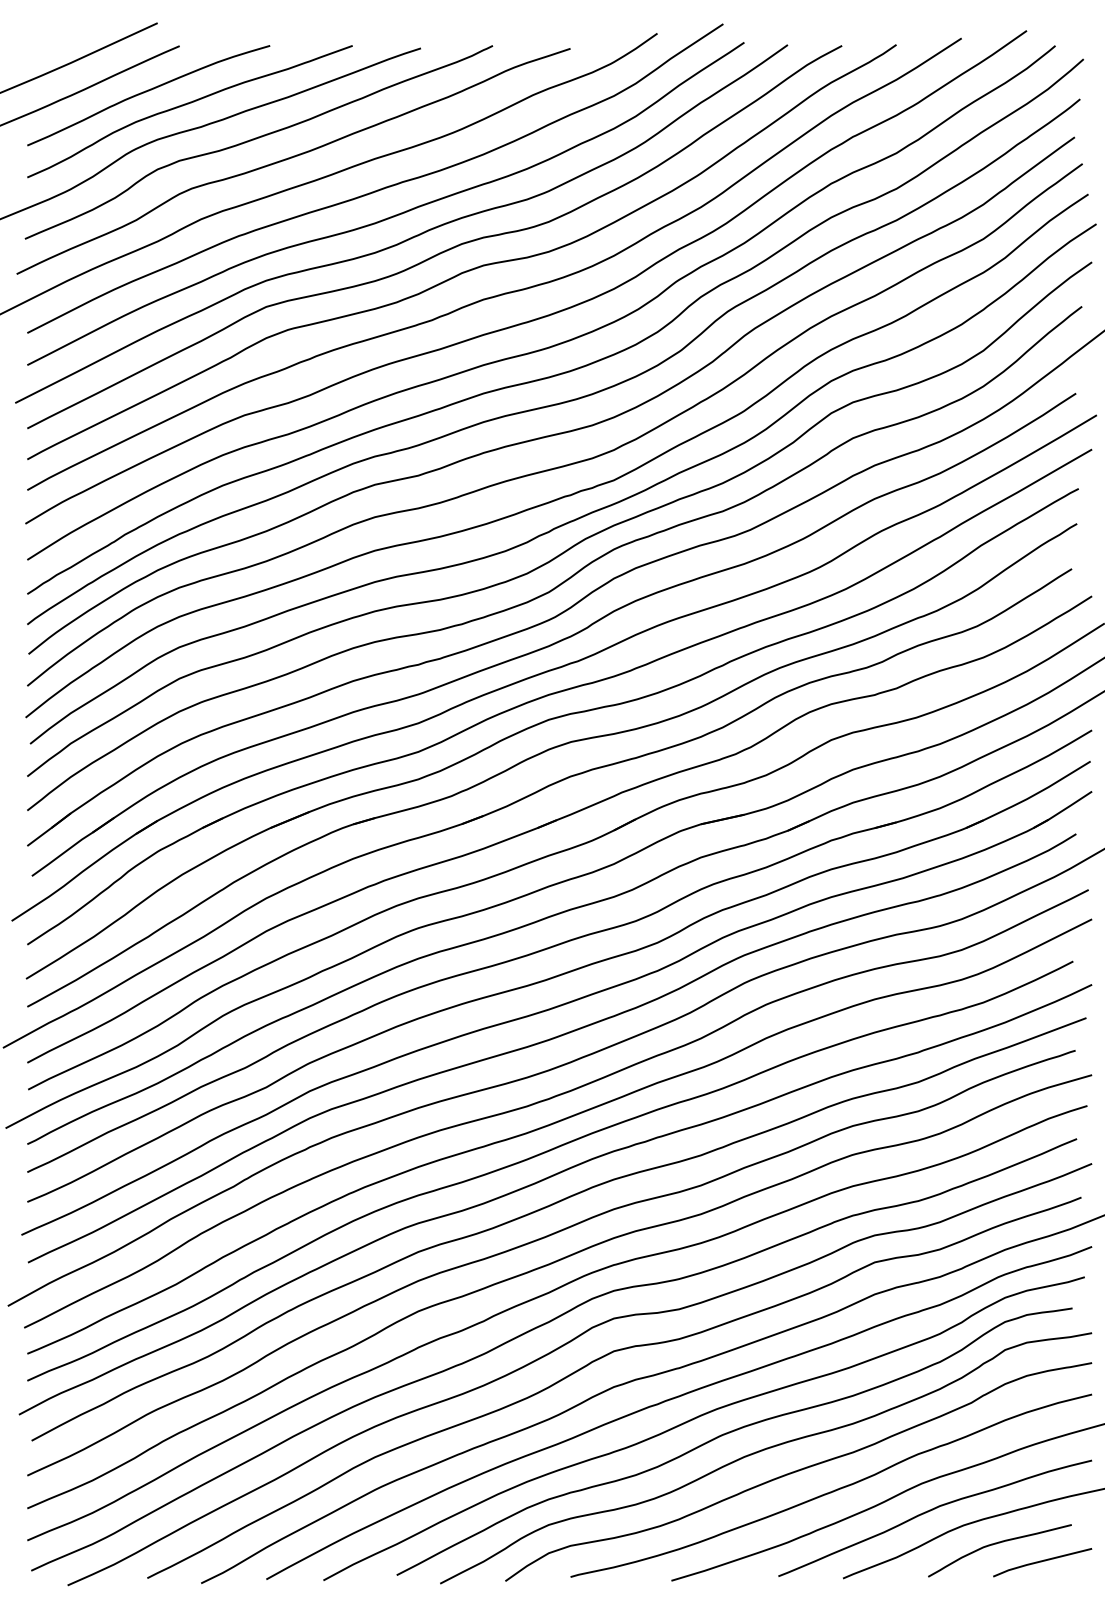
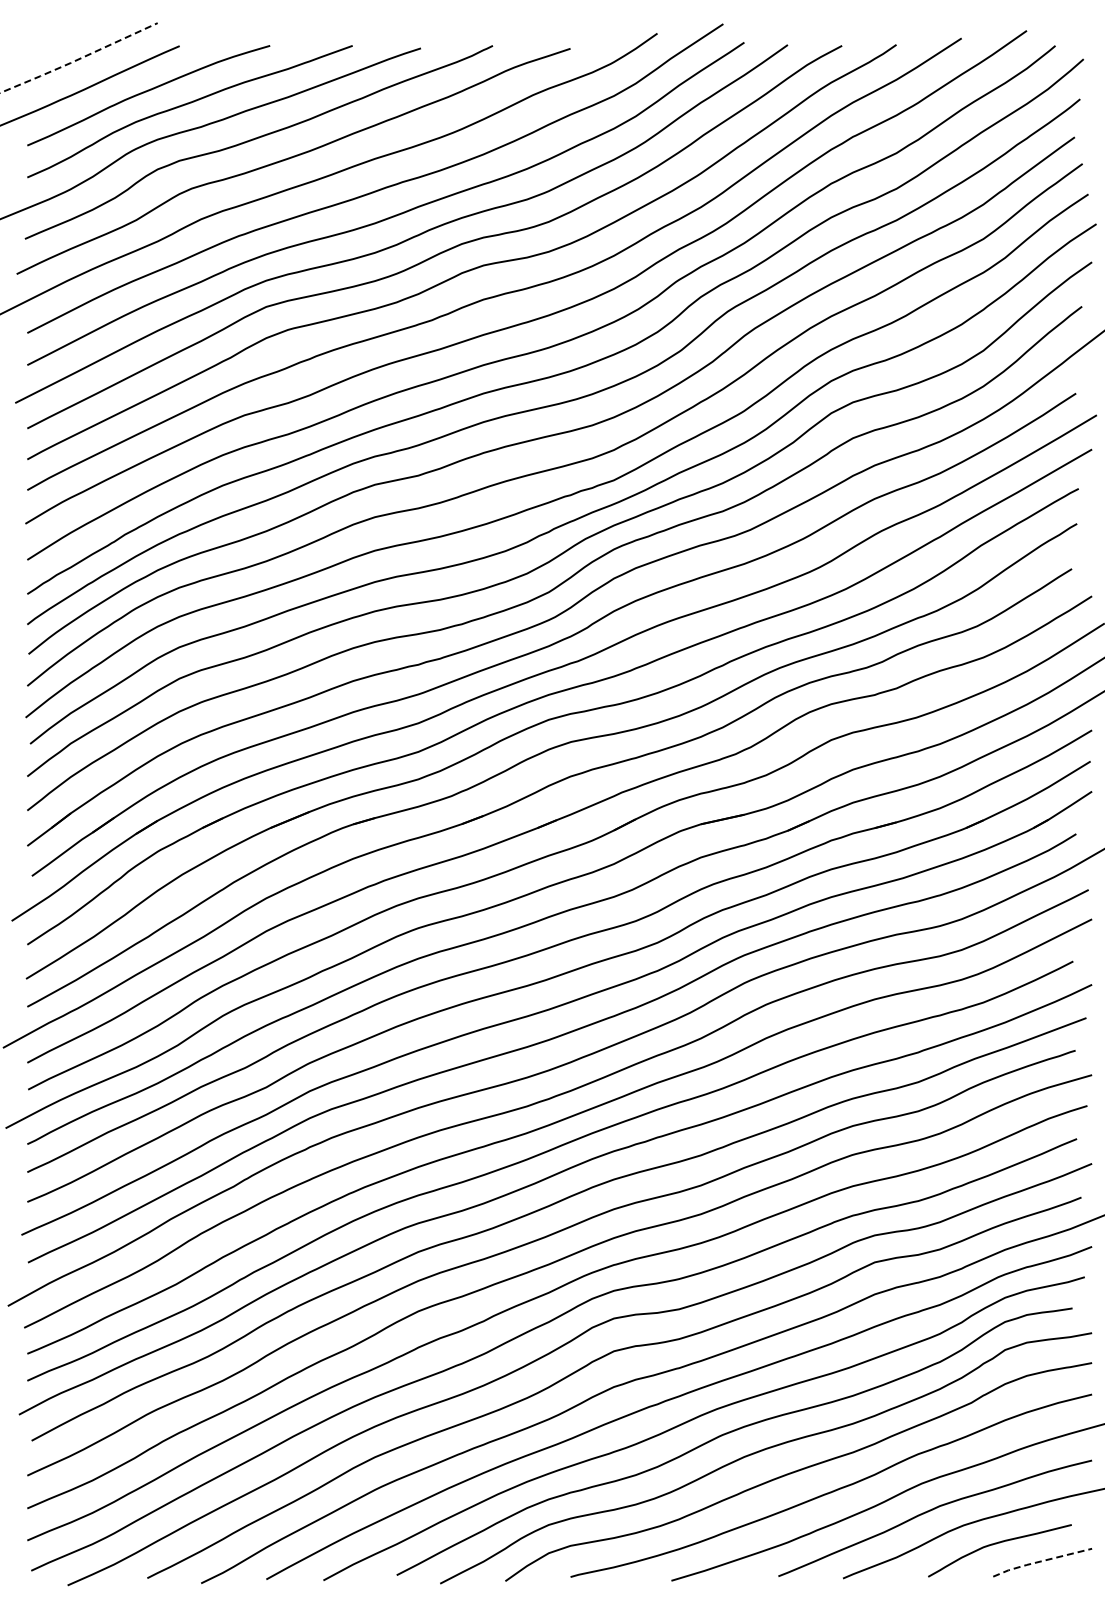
line at (78, 59): solid -> dashed
line at (1041, 1561): solid -> dashed
